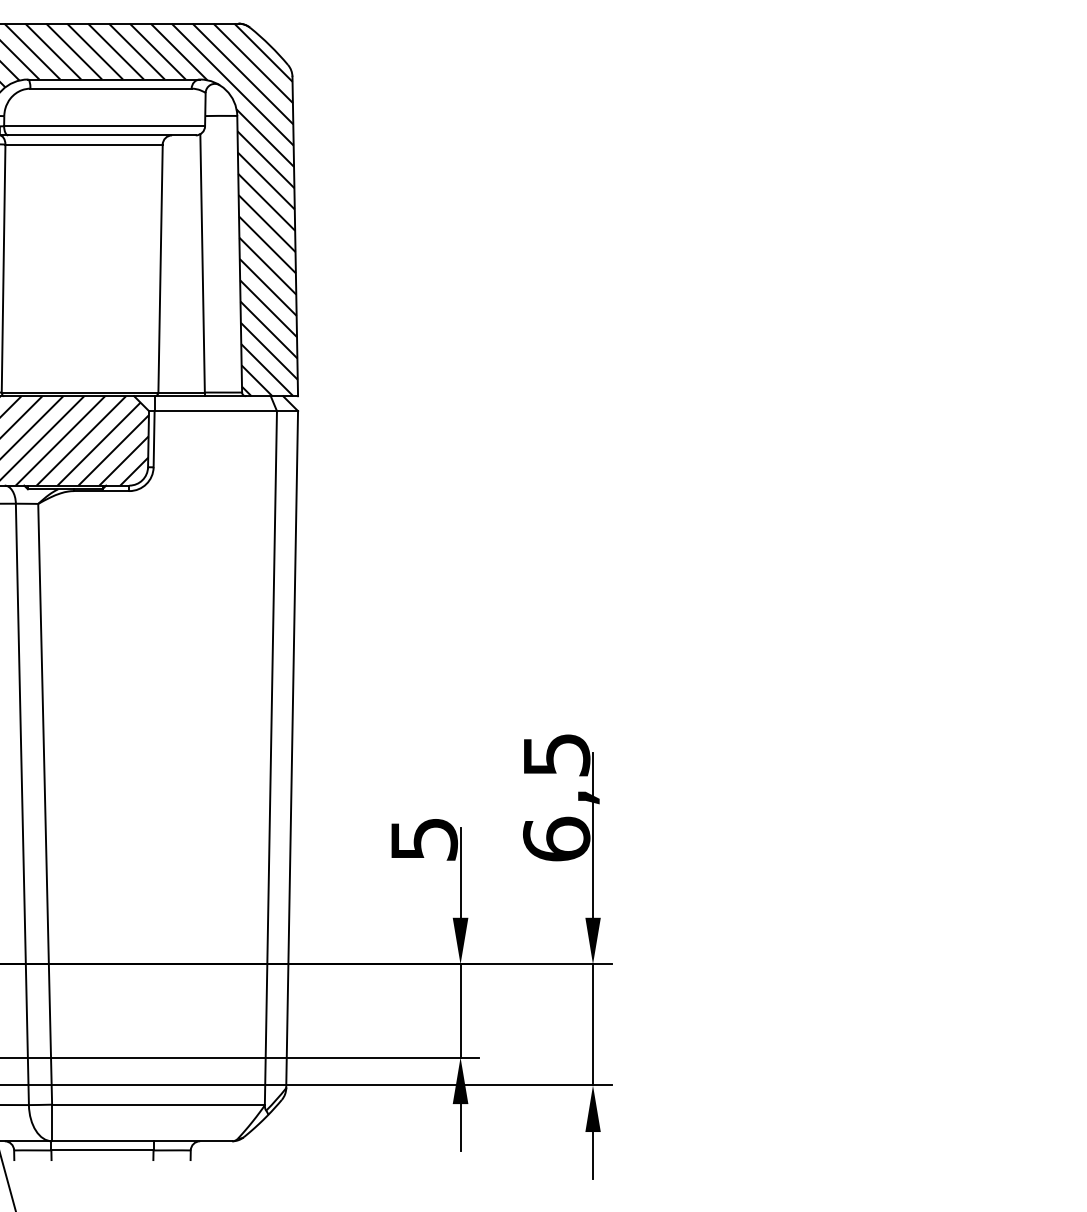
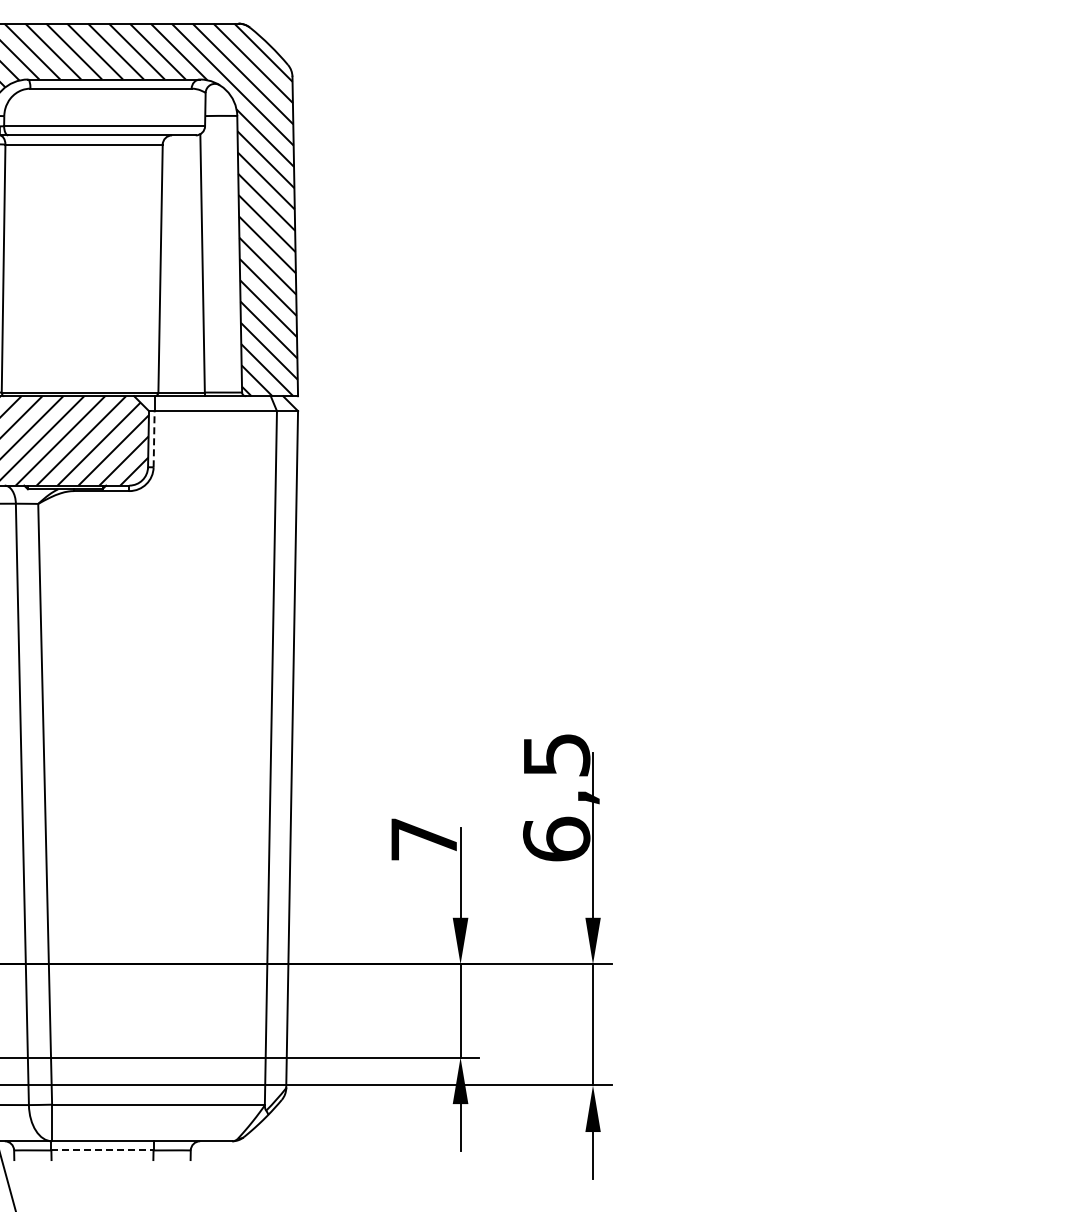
line at (154, 438): solid -> dashed
text at (424, 839): 5 -> 7
line at (102, 1150): solid -> dashed
